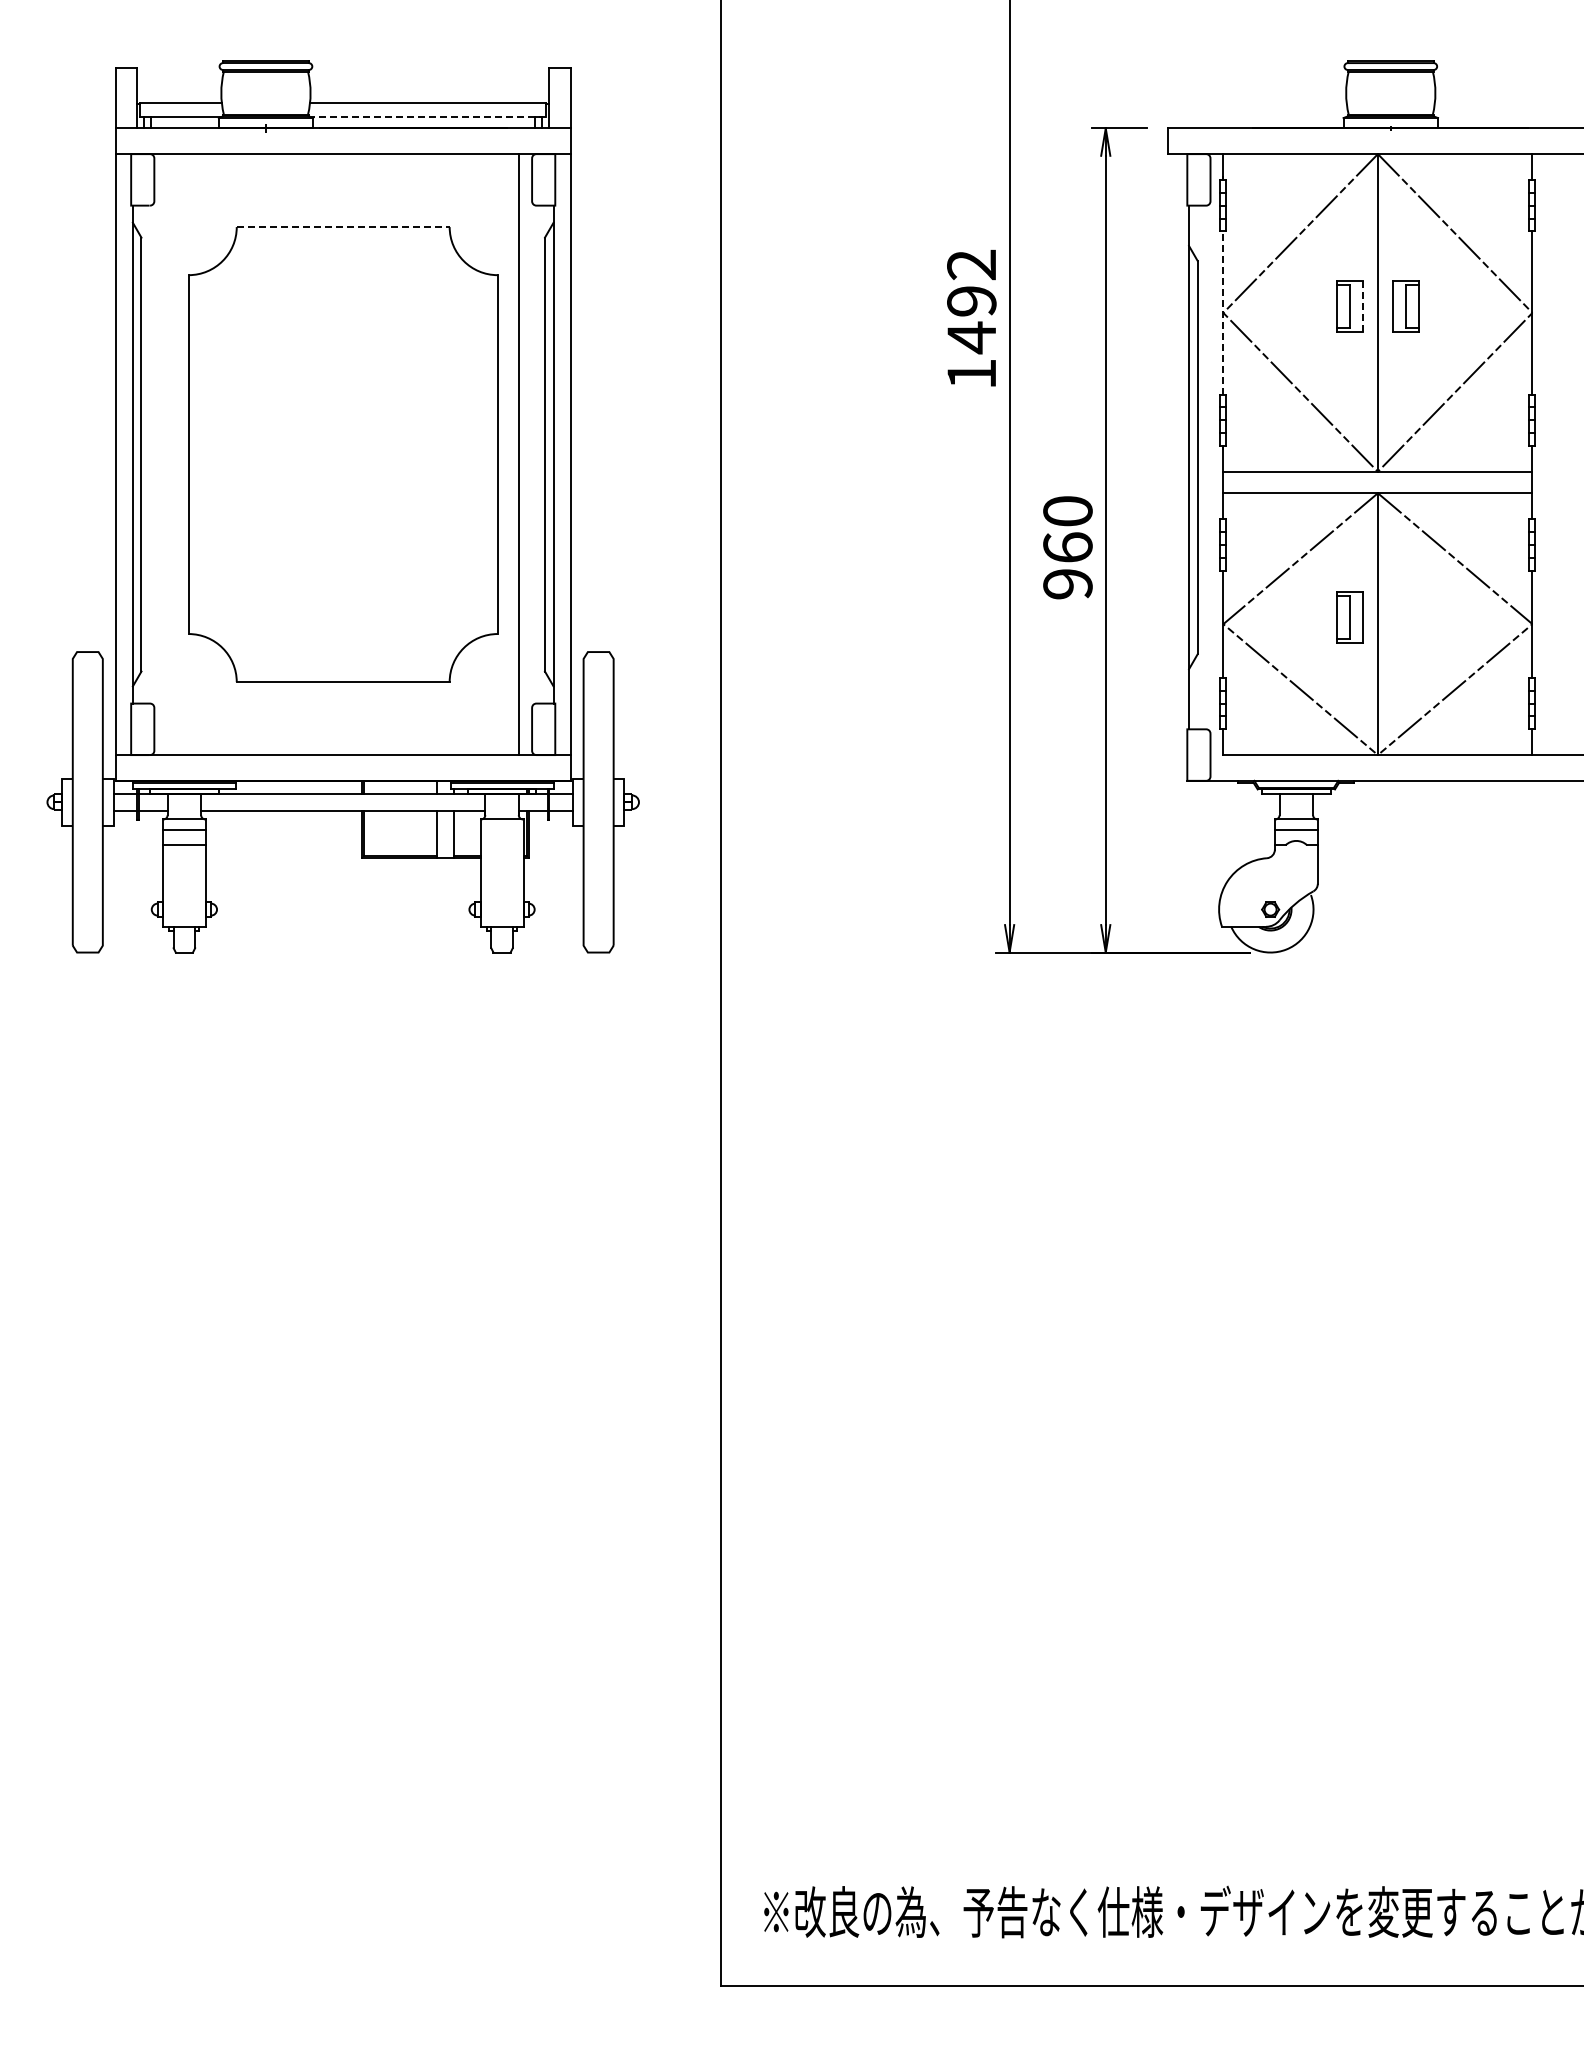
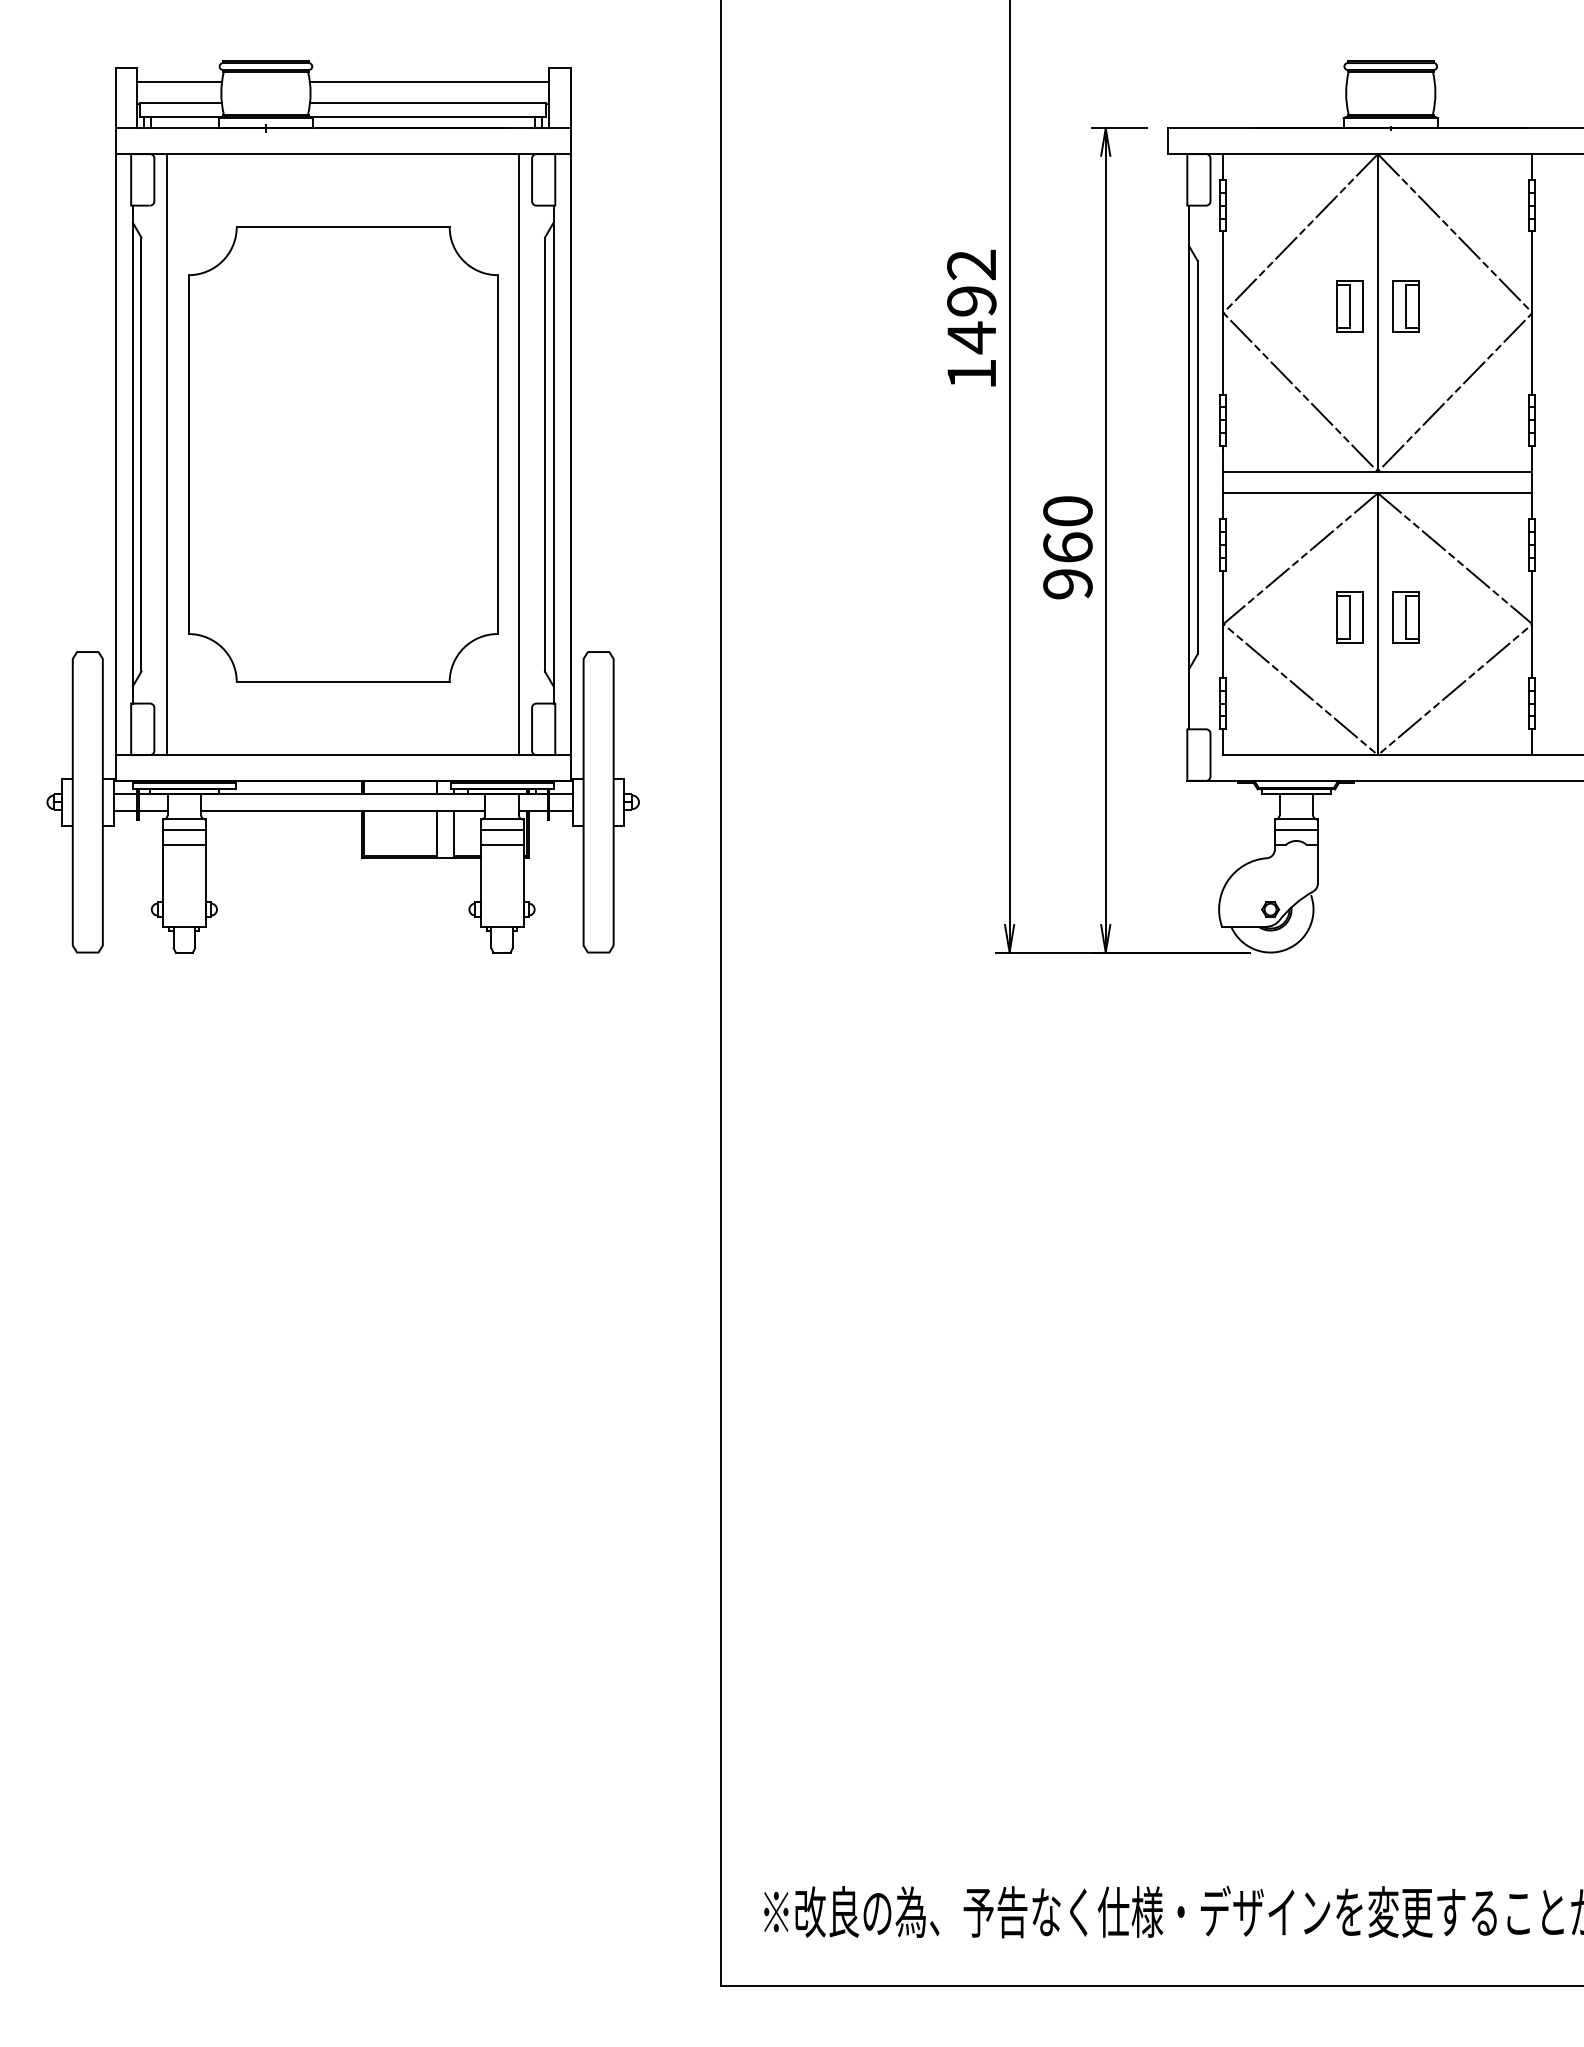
line at (179, 82): none -> present
line at (429, 82): none -> present
line at (428, 117): dashed -> solid
line at (343, 227): dashed -> solid
line at (1363, 306): dashed -> solid
line at (1223, 312): dashed -> solid
line at (167, 454): none -> present
part at (1405, 617): none -> present
line at (501, 829): none -> present
line at (501, 845): none -> present
